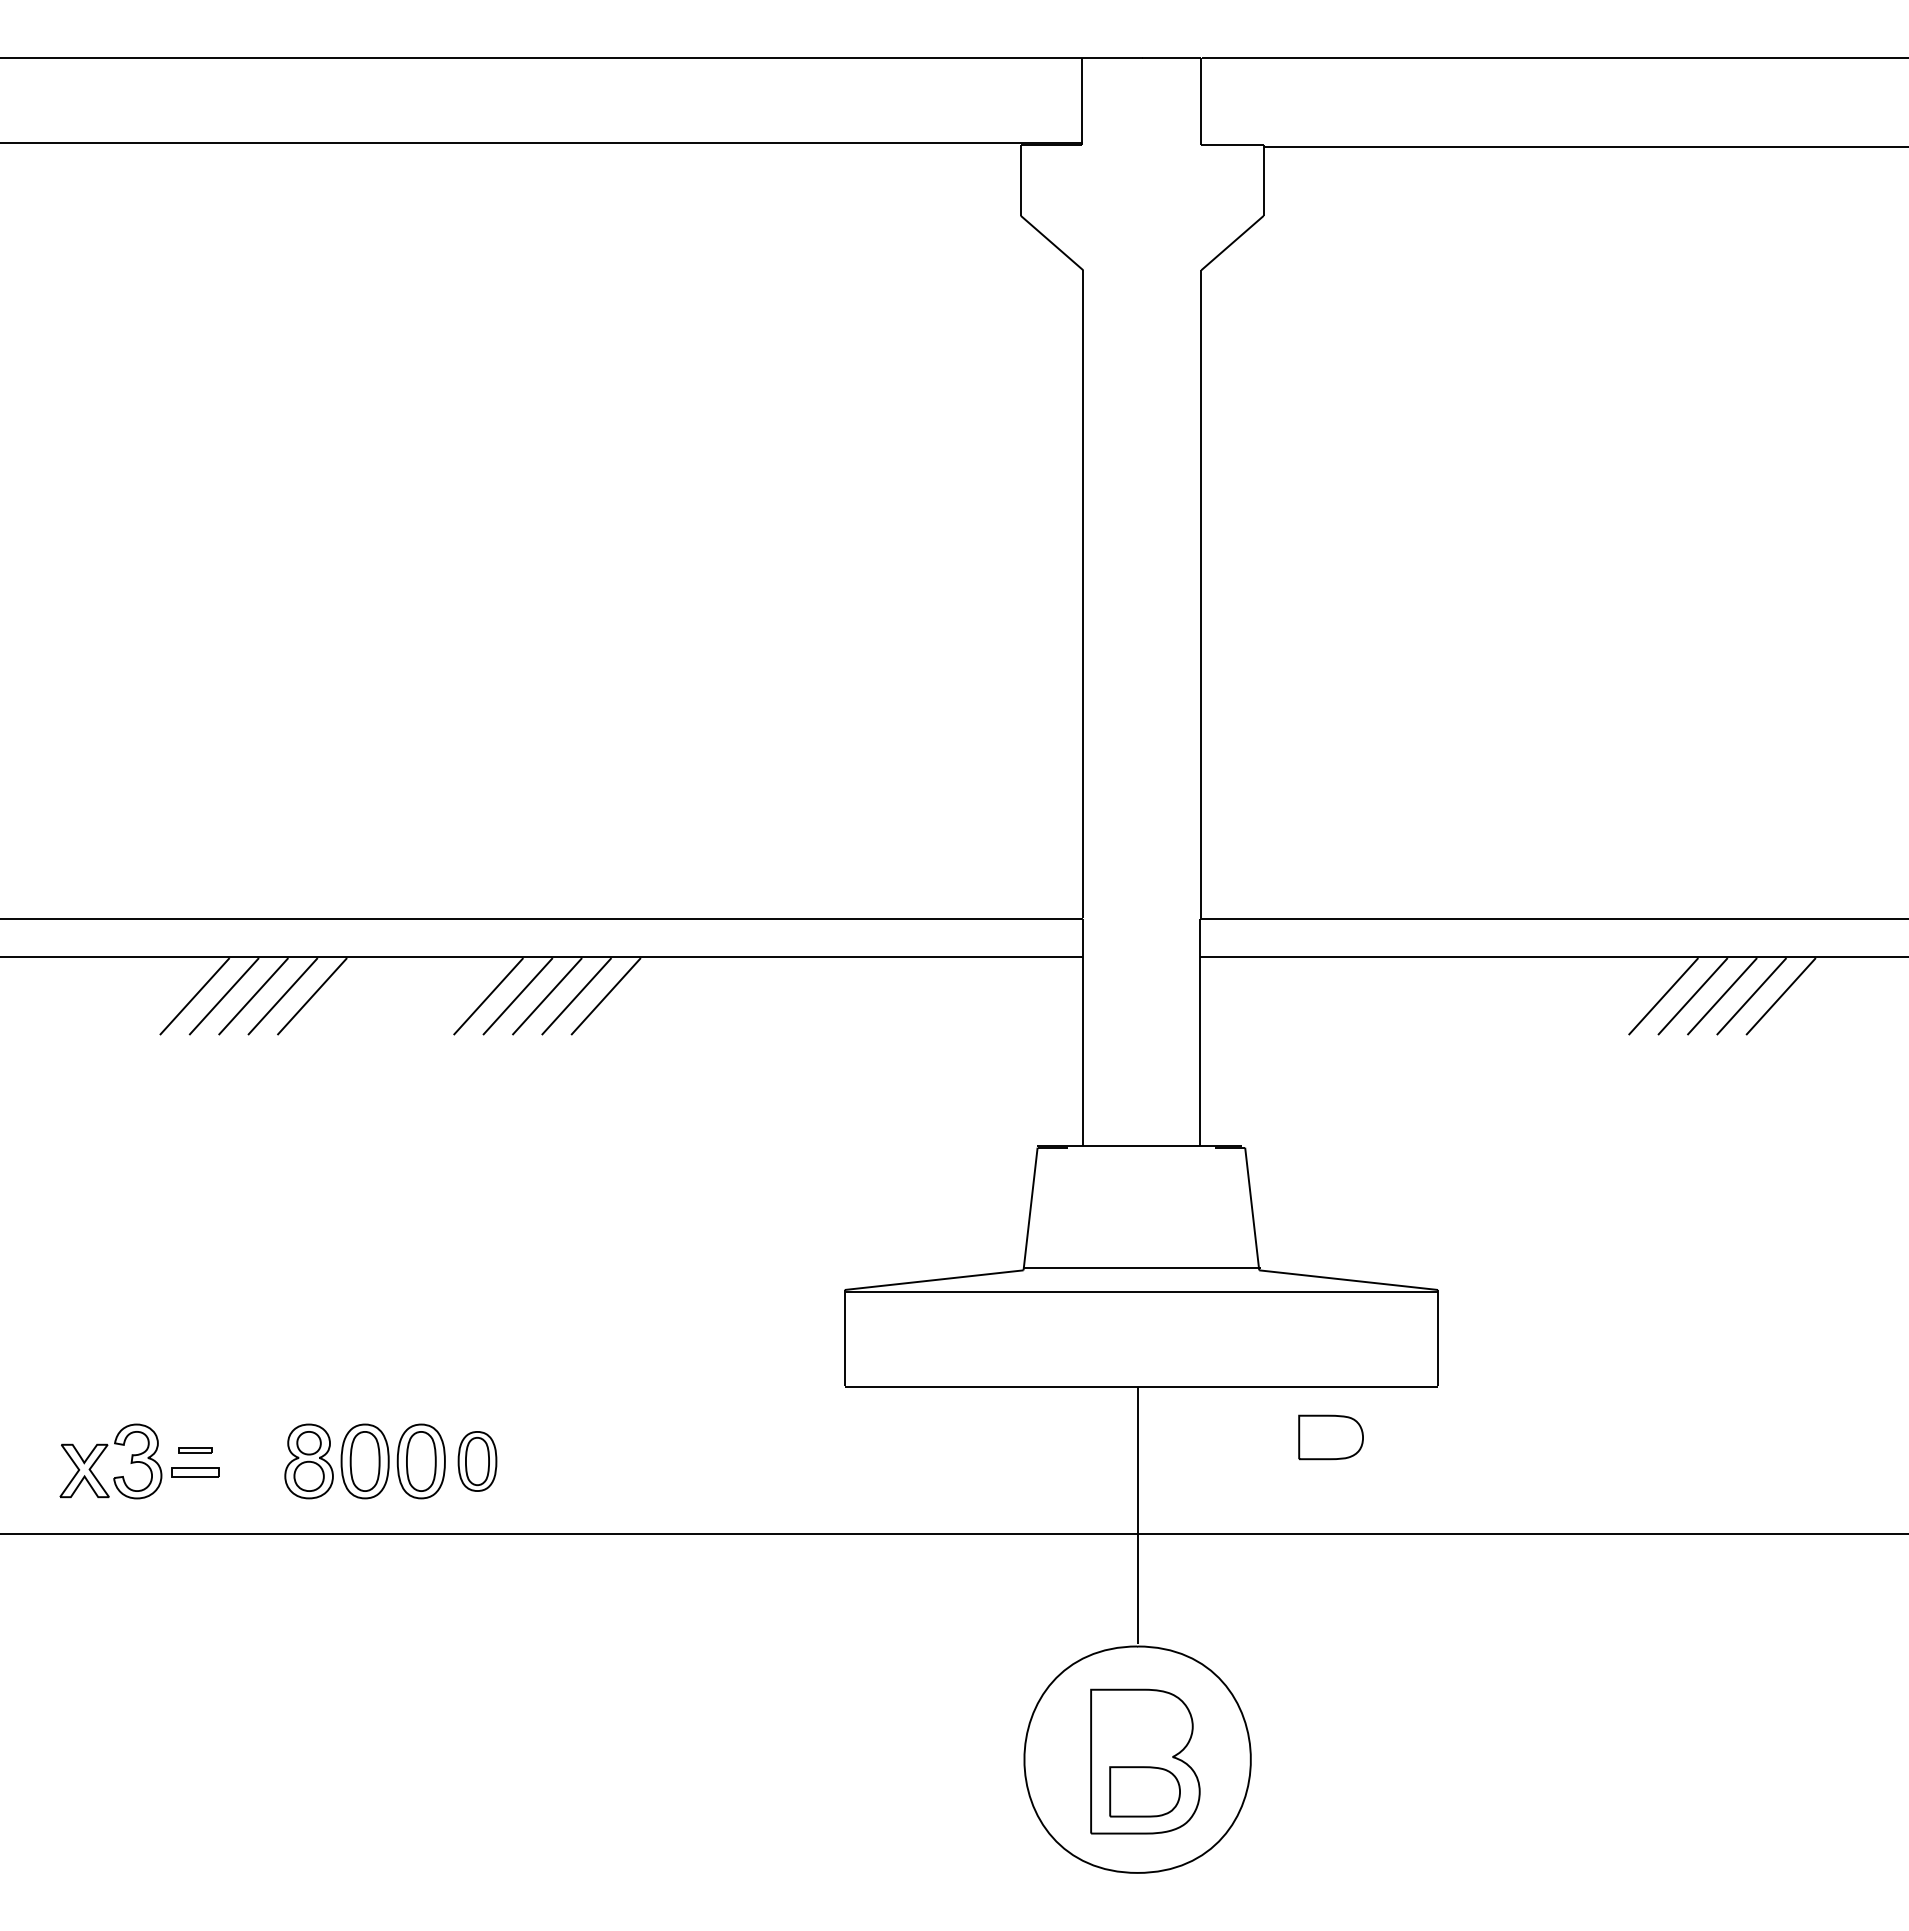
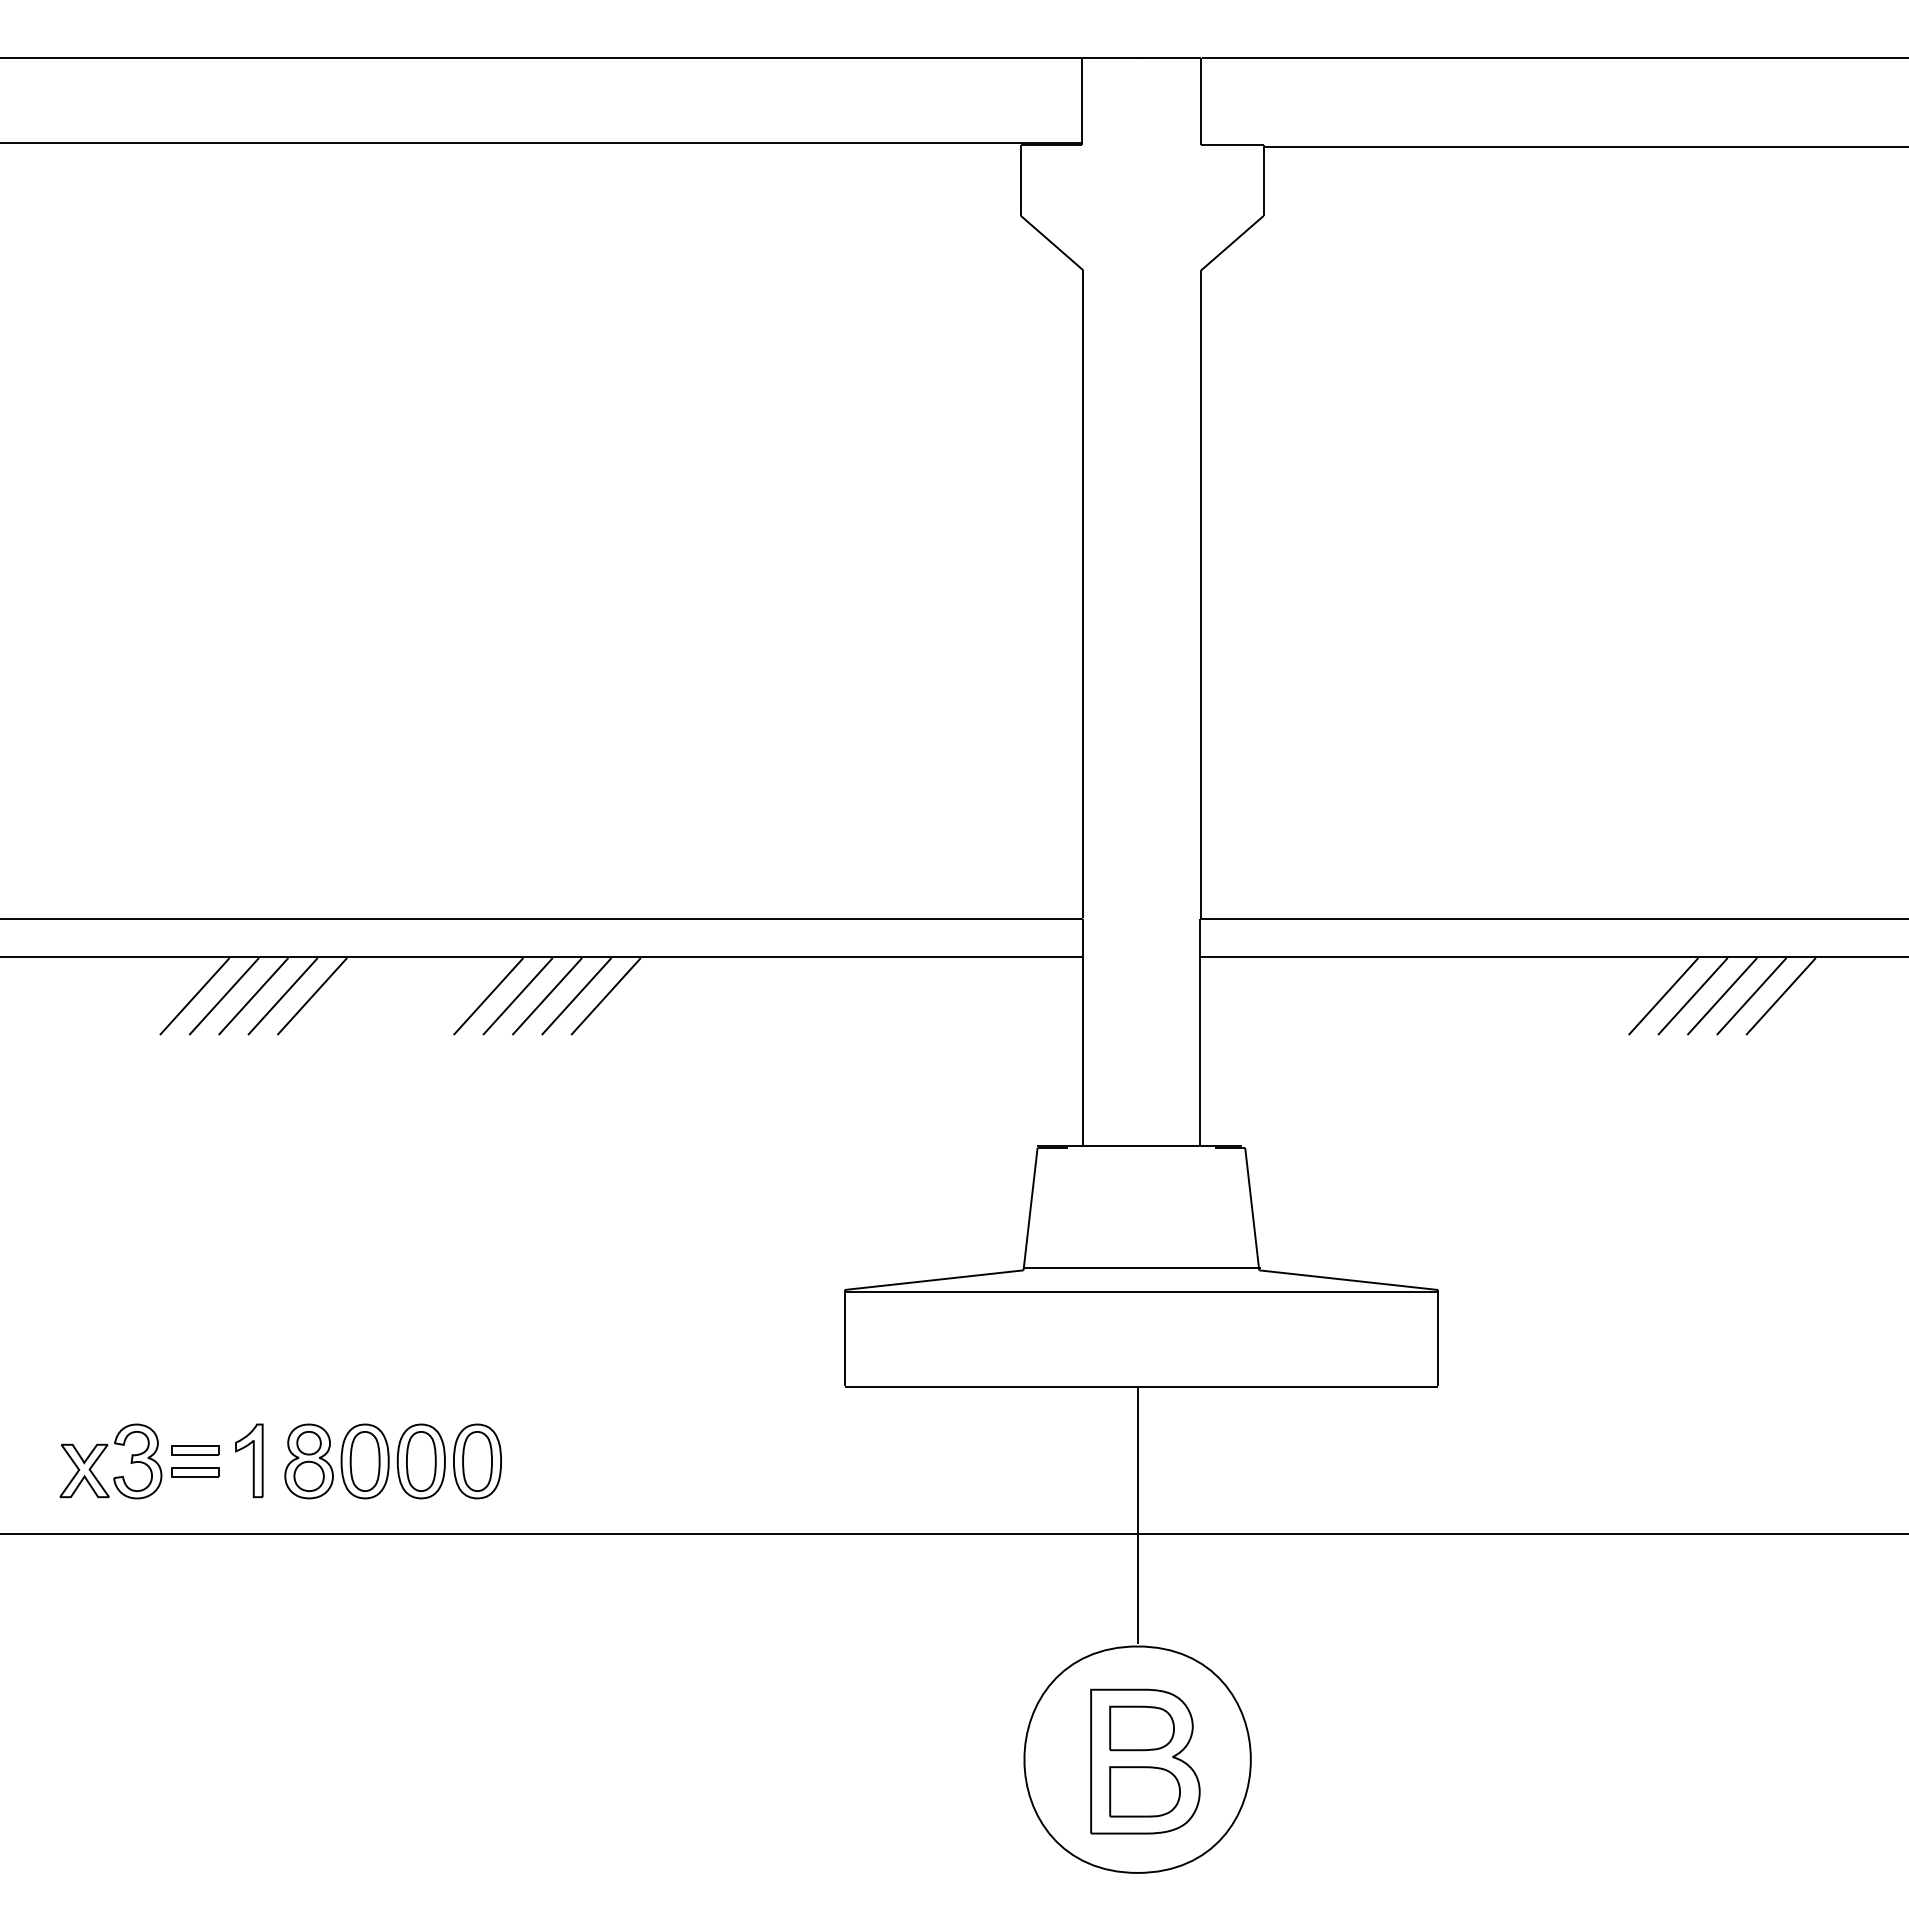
part at (1330, 1437) position: (1330, 1437) -> (1141, 1728)
part at (195, 1450) size: 35x7 px -> 49x11 px
part at (249, 1460): none -> present
part at (477, 1461) size: 41x61 px -> 49x77 px
